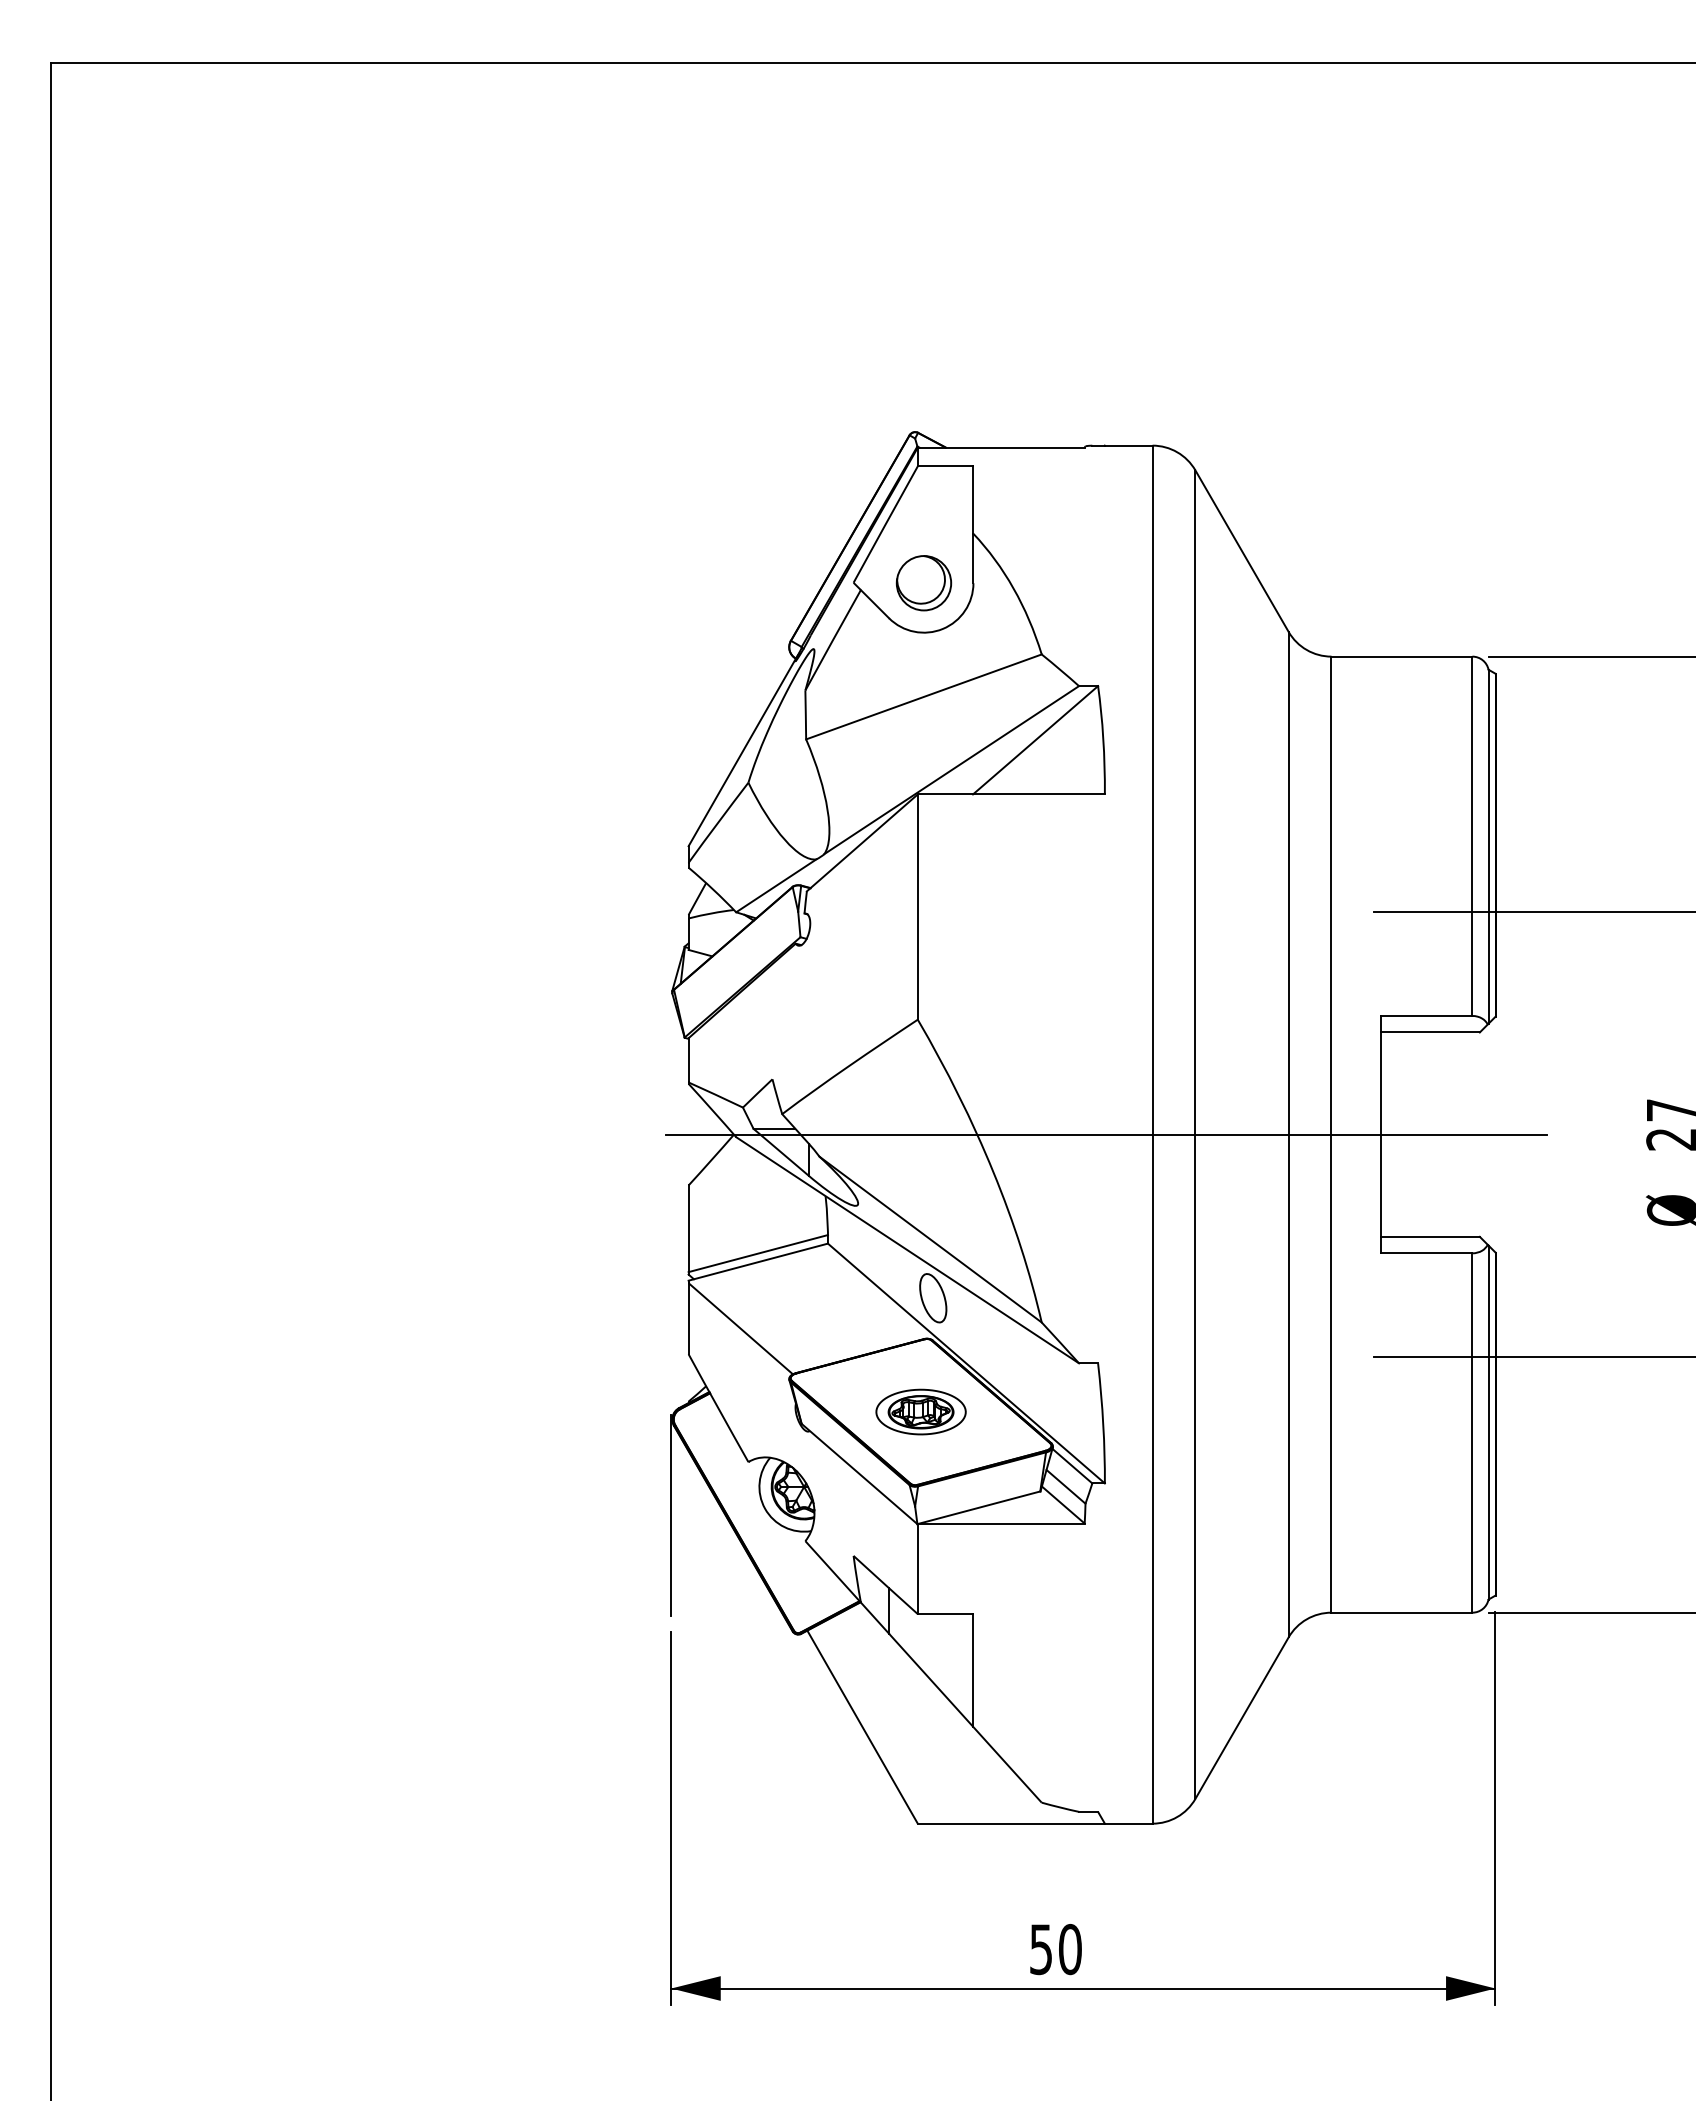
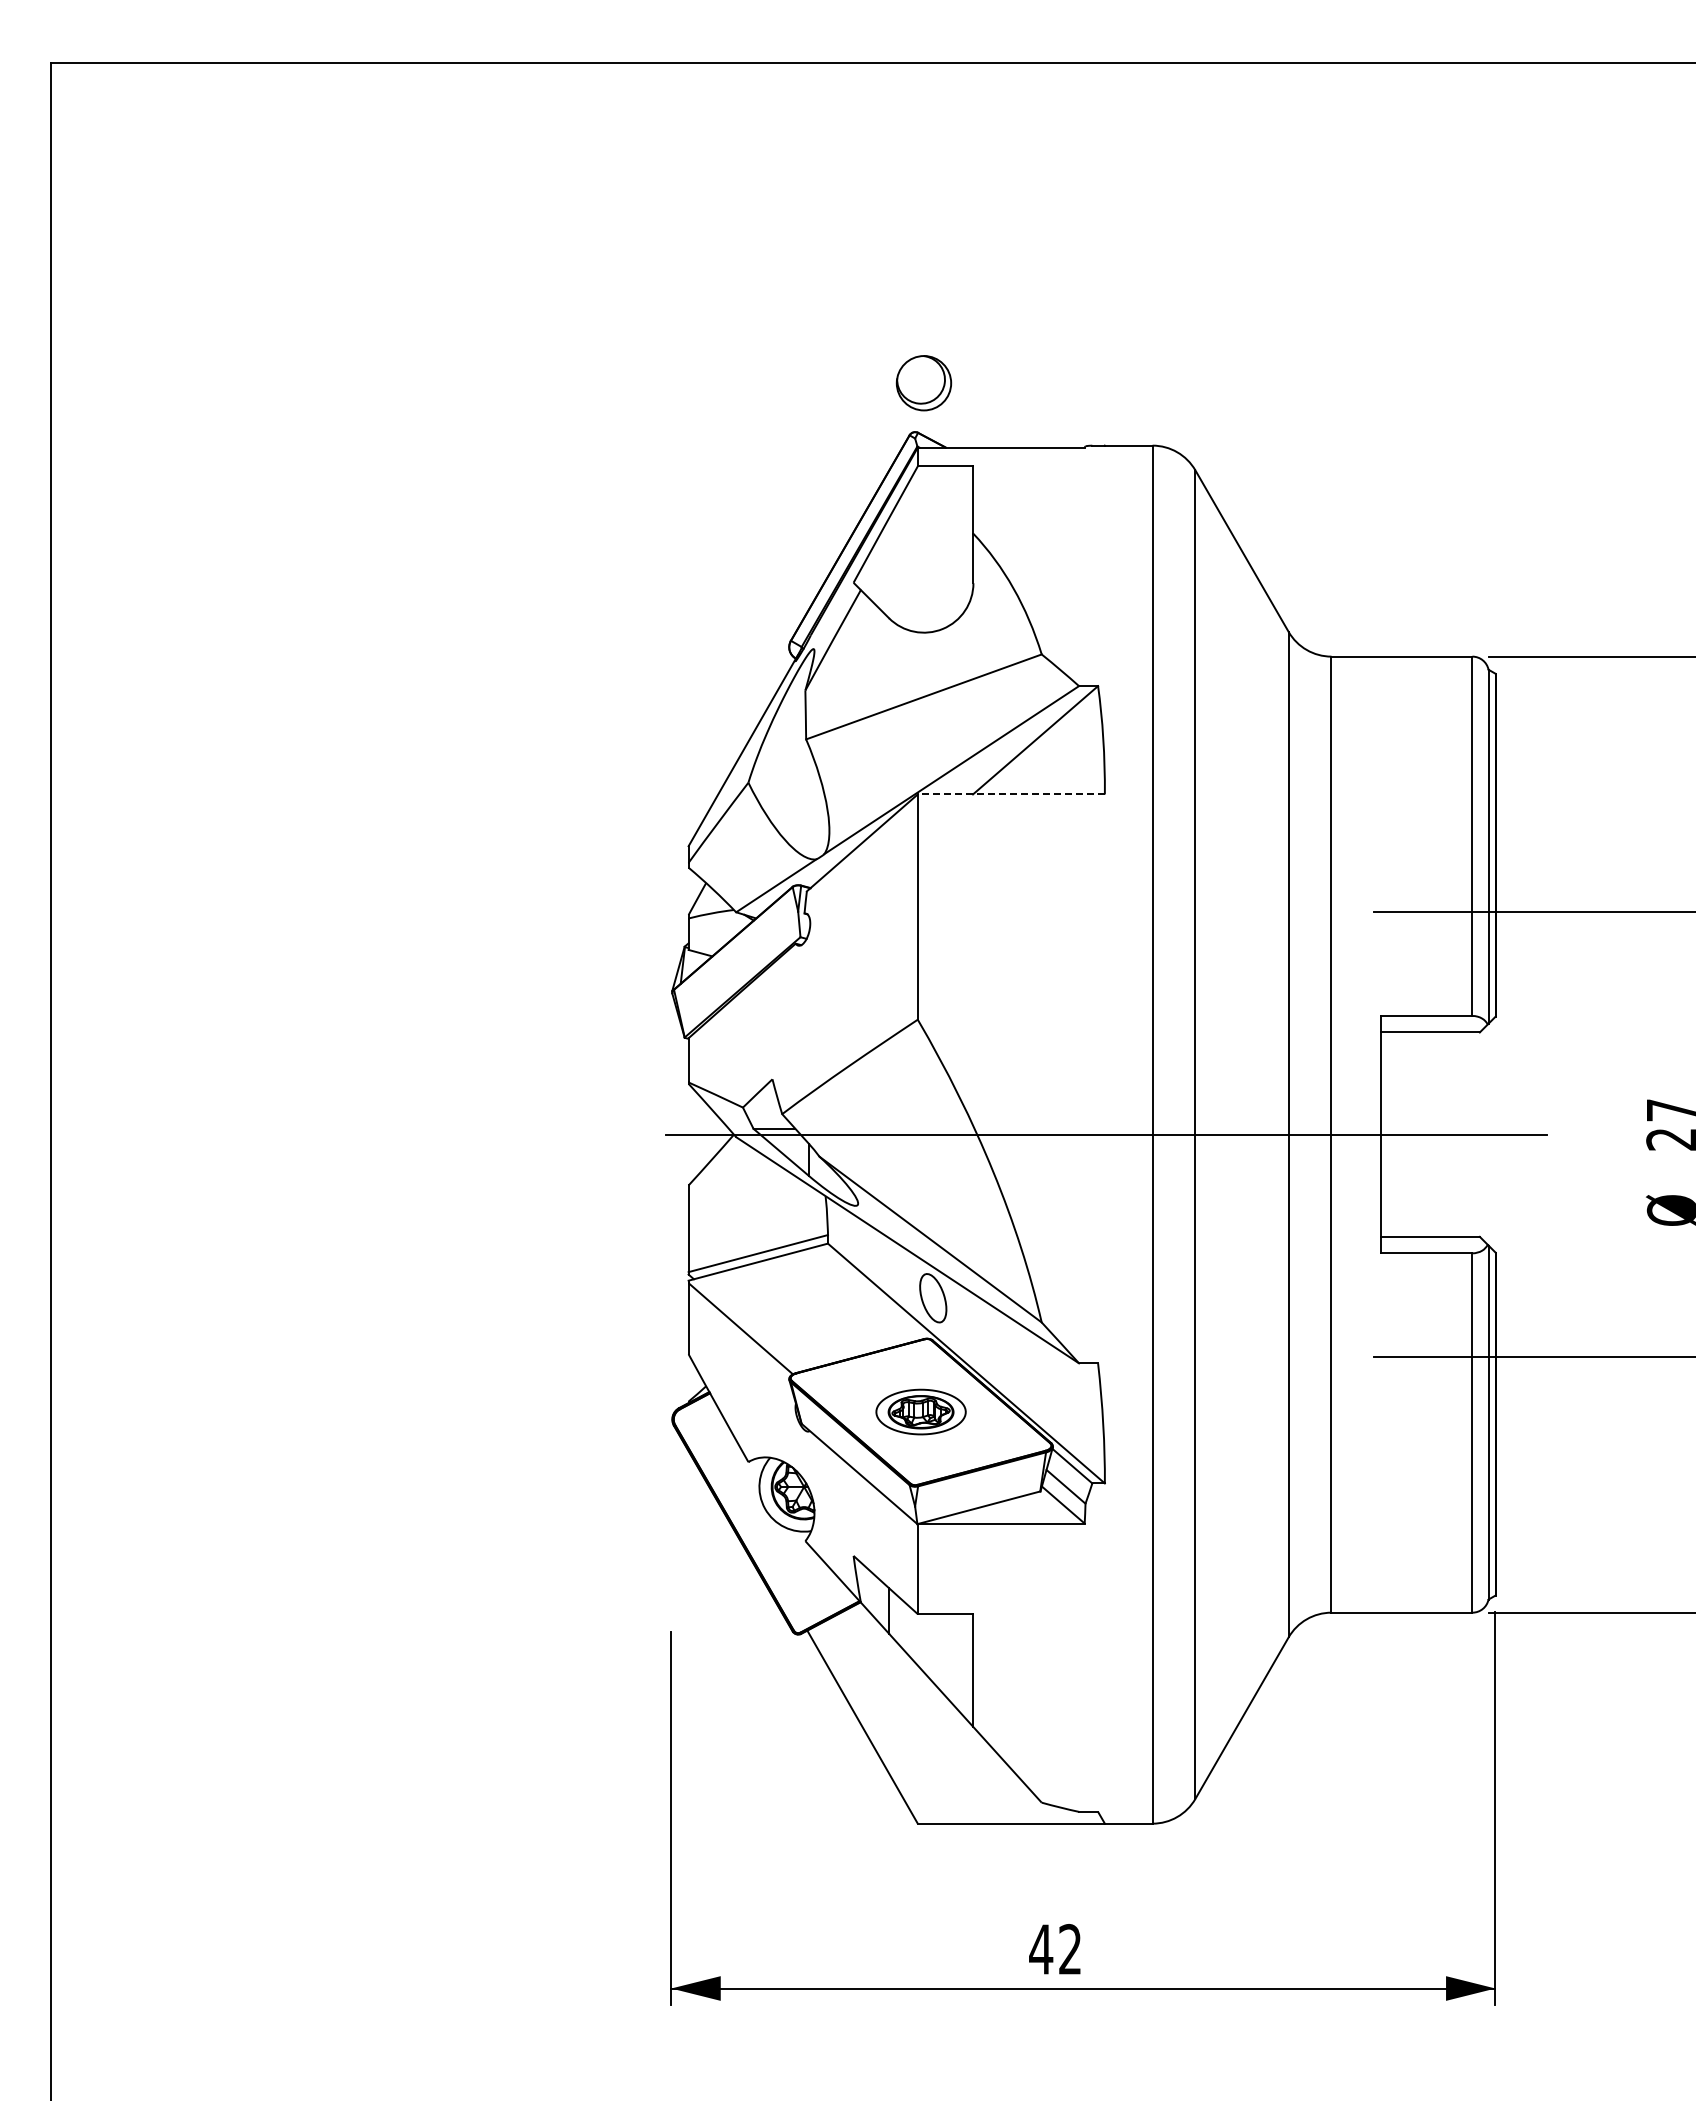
part at (923, 583) position: (923, 583) -> (923, 383)
line at (1011, 794): solid -> dashed
line at (671, 1514): present -> none
text at (1055, 1949): 50 -> 42
